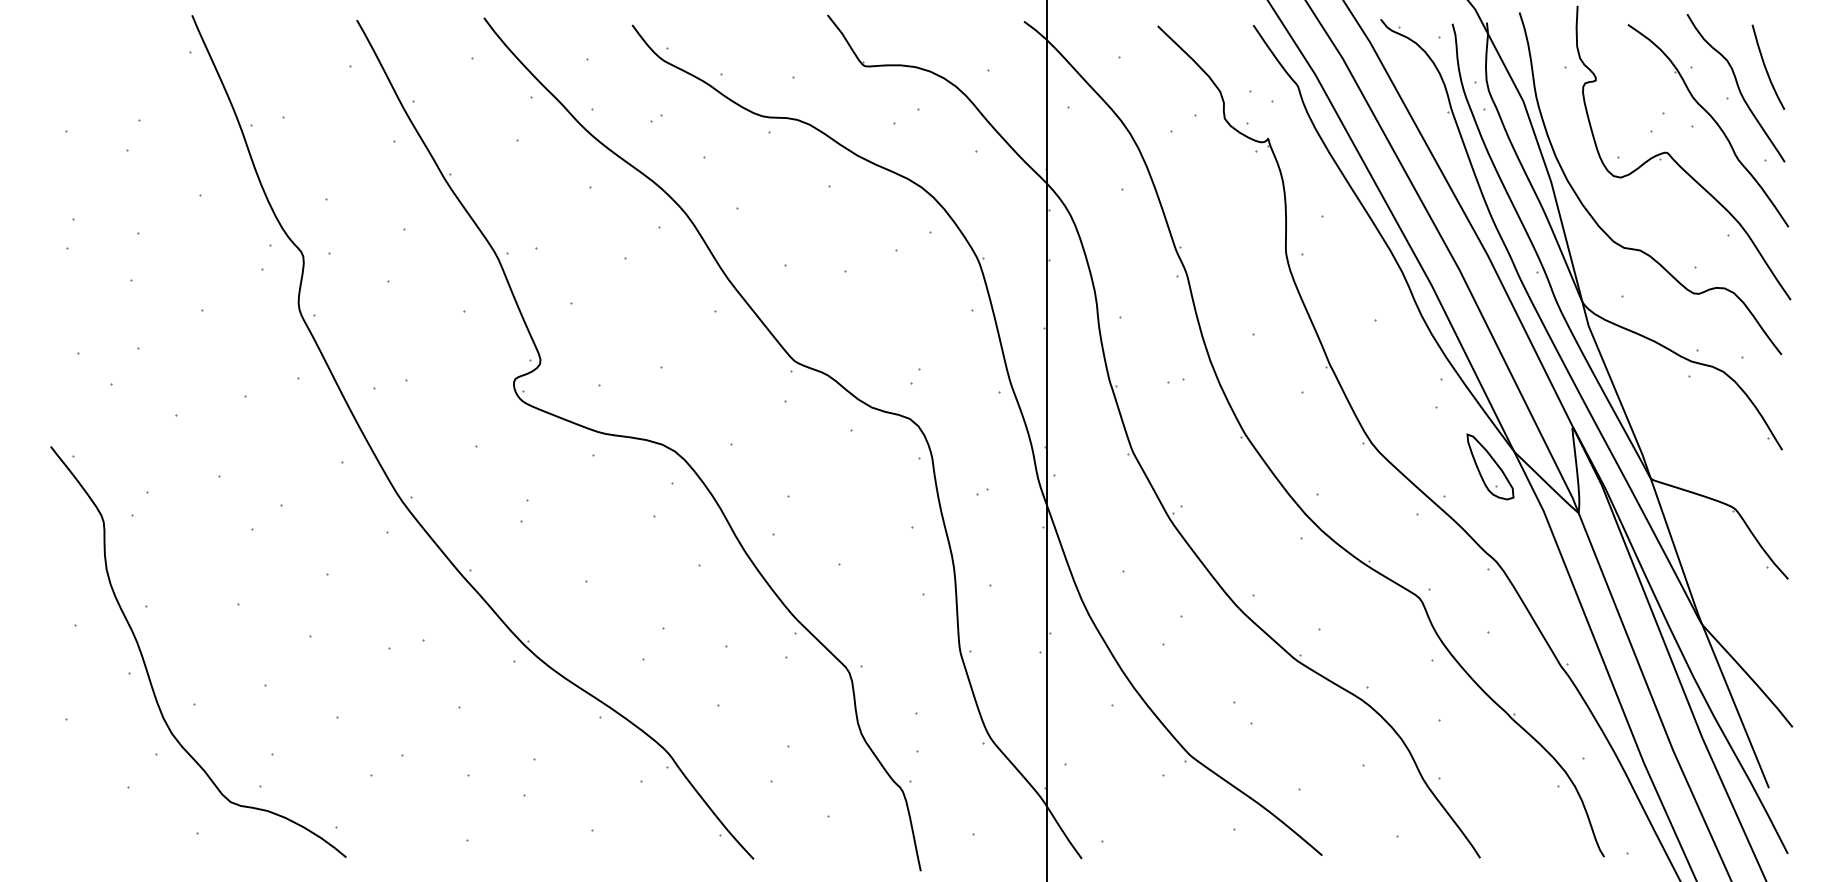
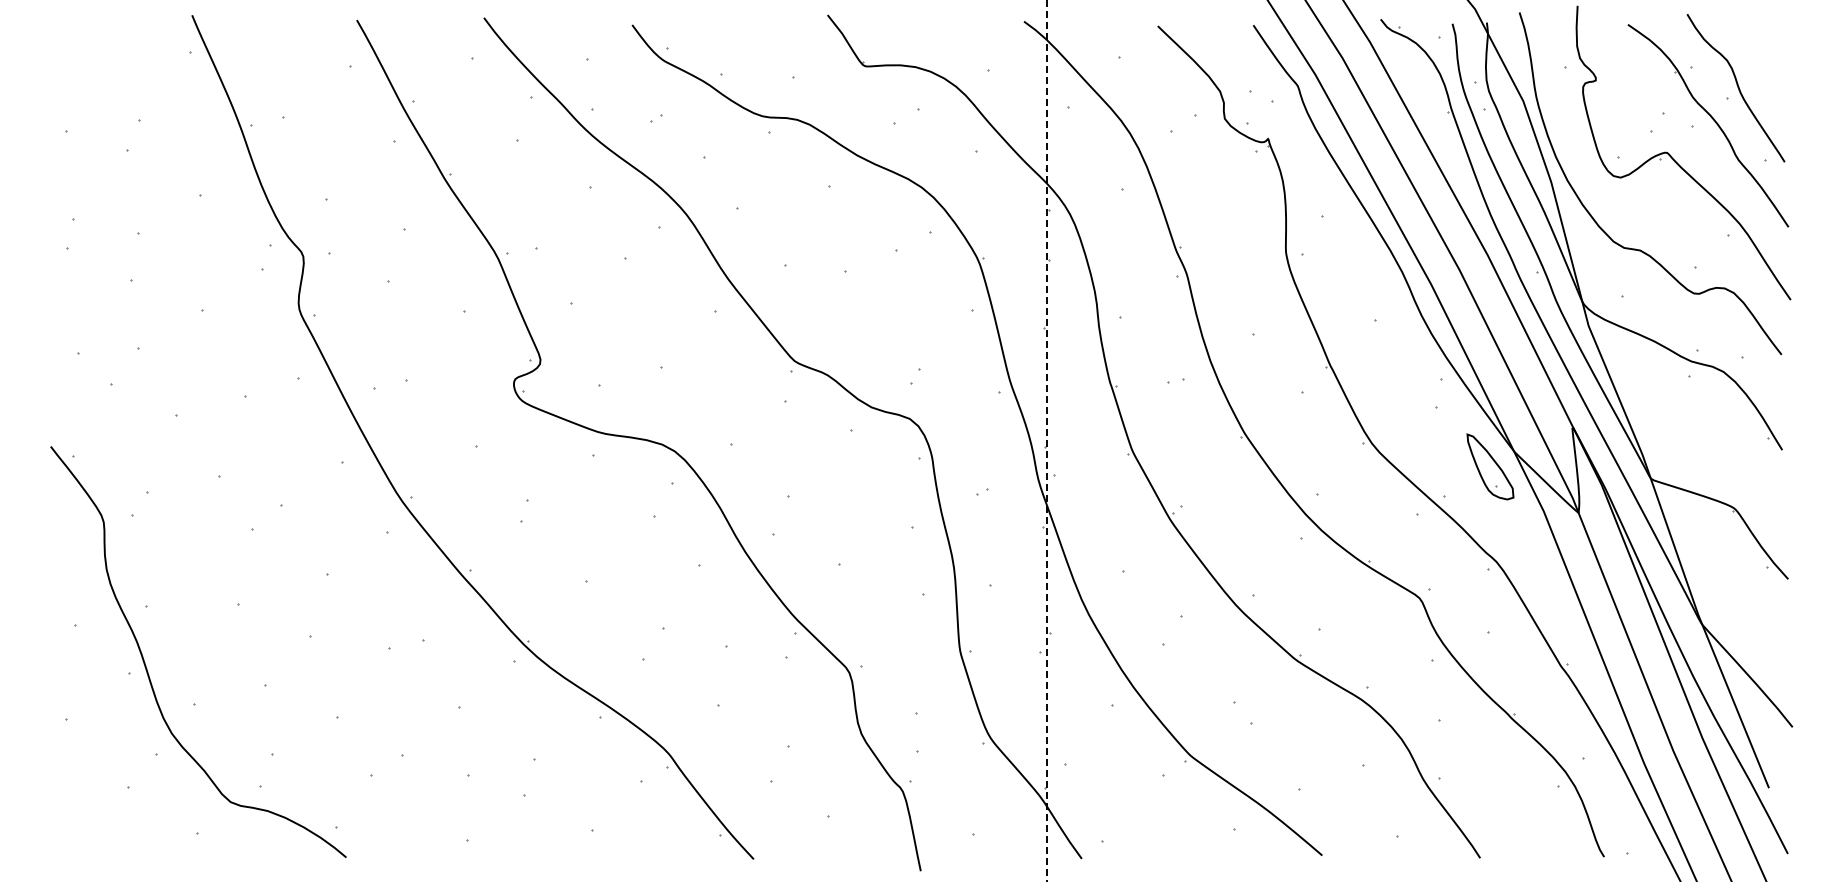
curve at (1766, 67): present -> none
line at (1047, 441): solid -> dashed
